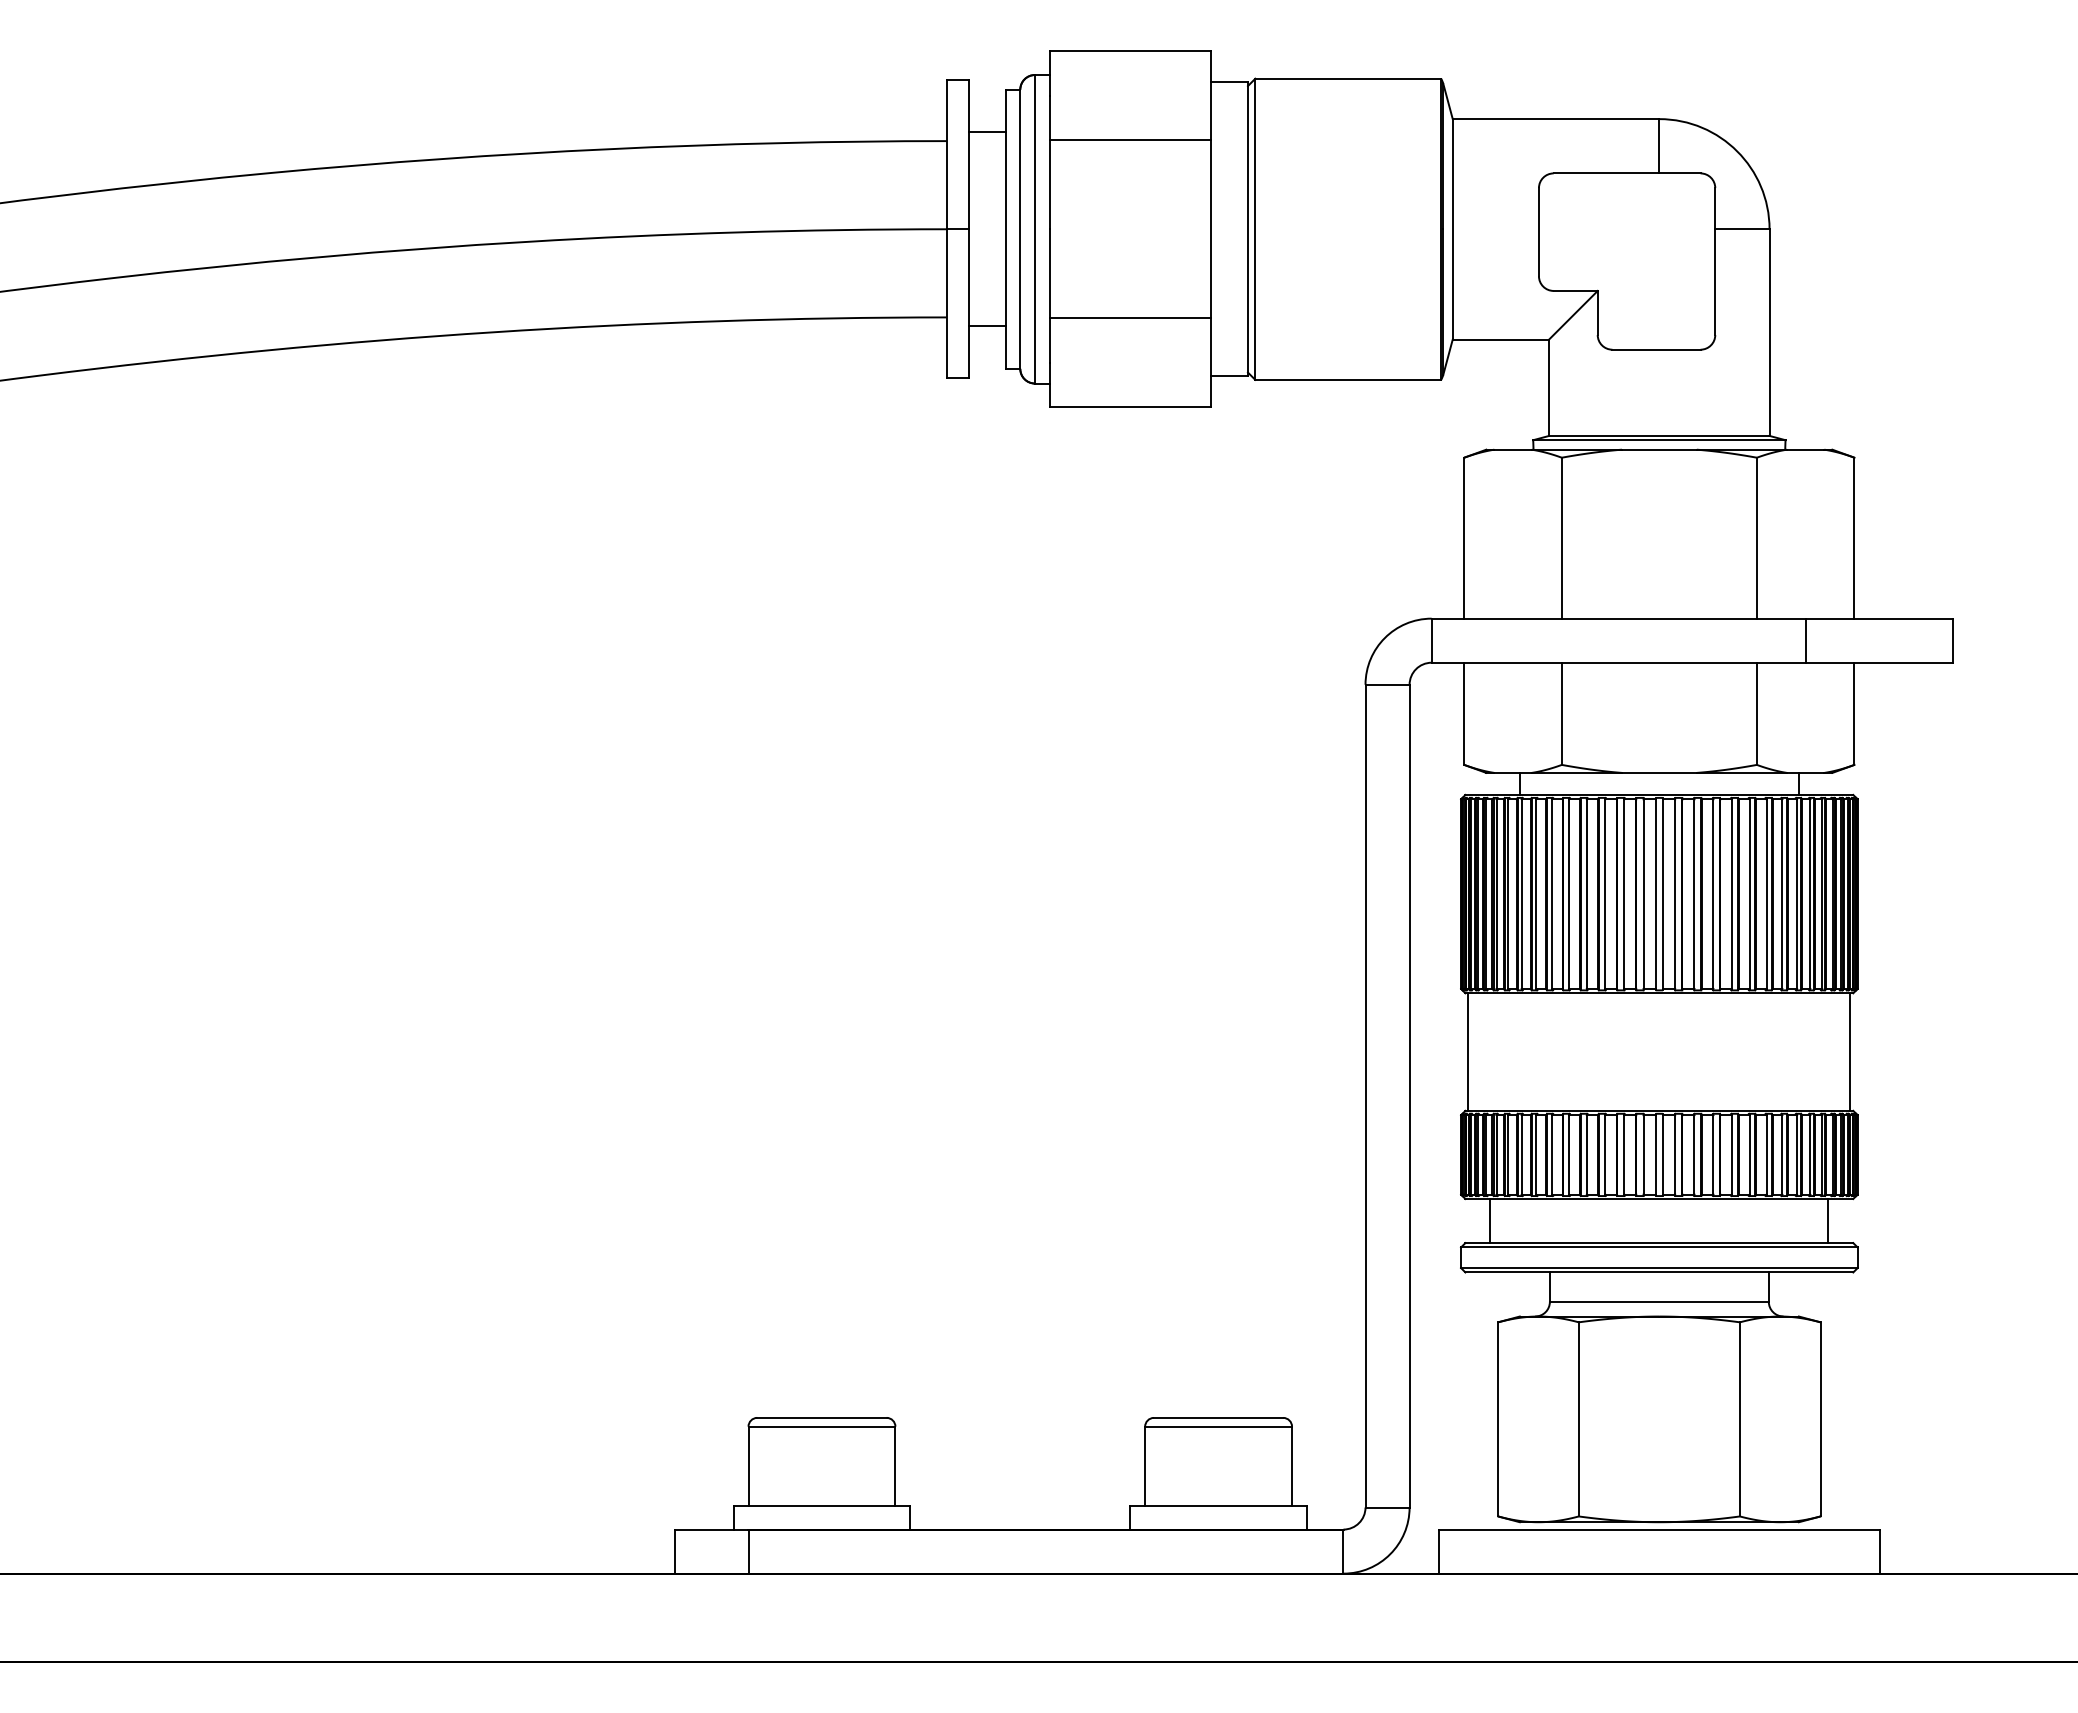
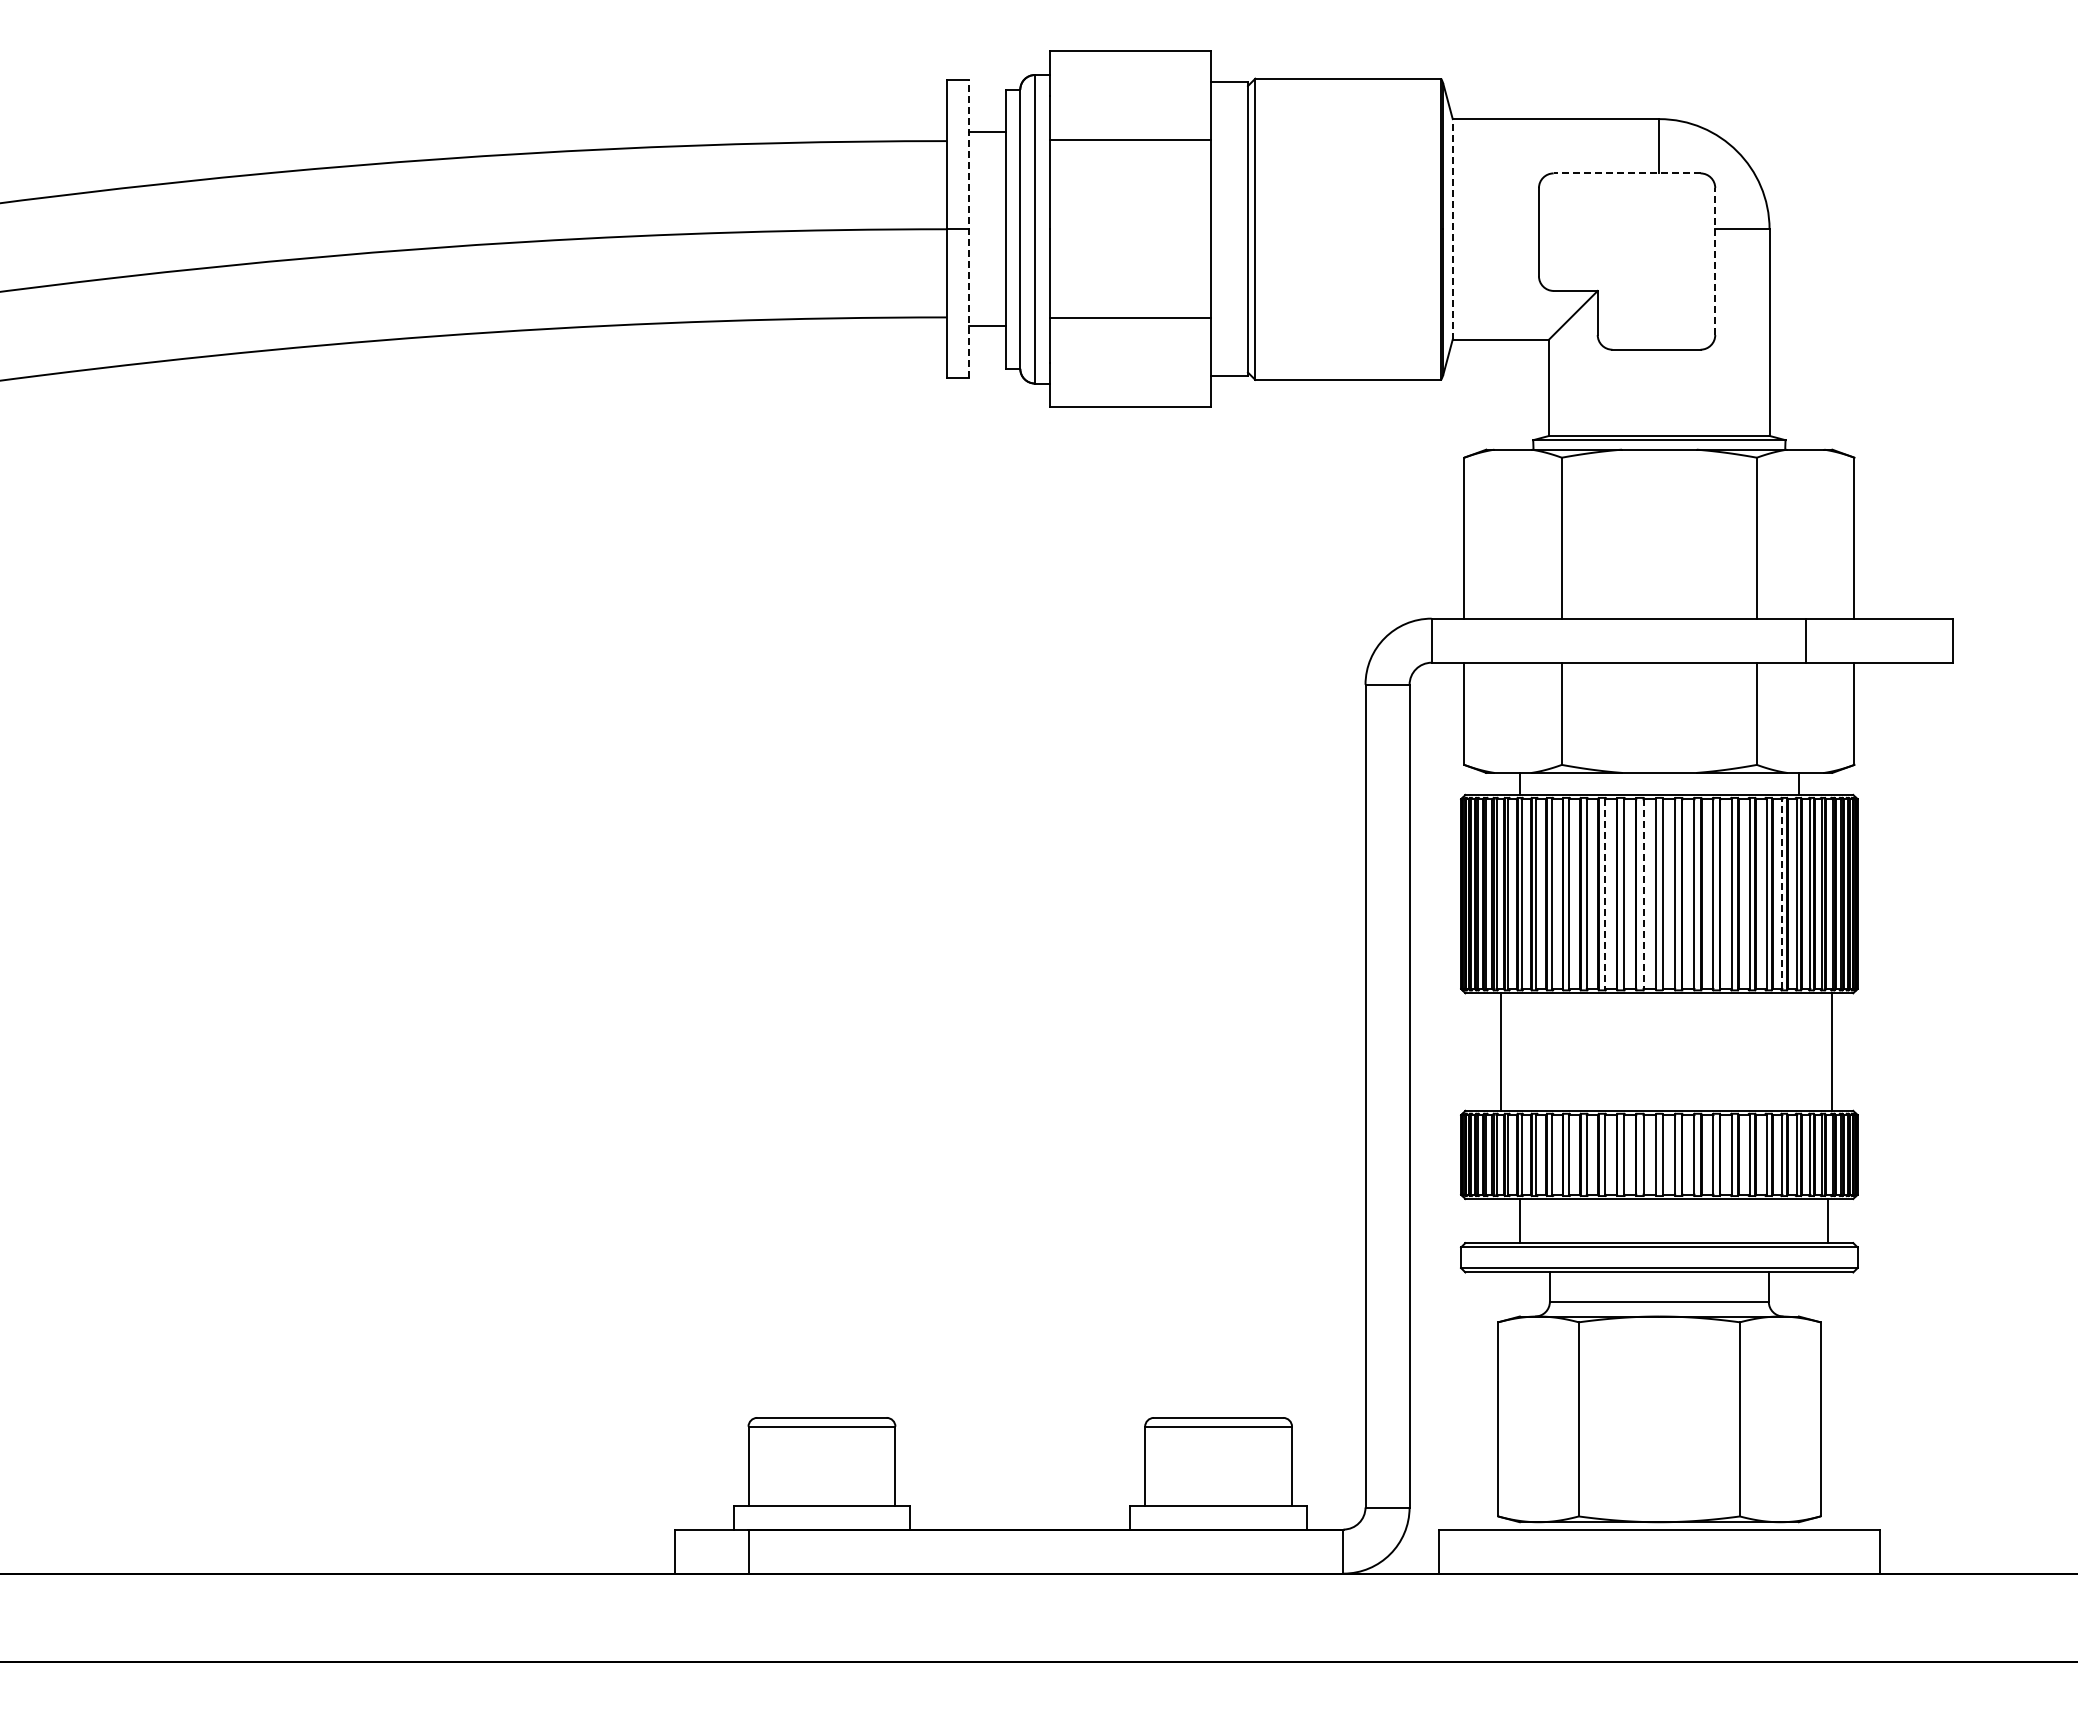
line at (1626, 173): solid -> dashed
line at (968, 228): solid -> dashed
line at (1452, 228): solid -> dashed
line at (1715, 261): solid -> dashed
line at (1605, 894): solid -> dashed
line at (1643, 894): solid -> dashed
line at (1782, 894): solid -> dashed
line at (1468, 1051) position: (1468, 1051) -> (1501, 1051)
line at (1850, 1051) position: (1850, 1051) -> (1832, 1051)
line at (1490, 1221) position: (1490, 1221) -> (1520, 1221)
